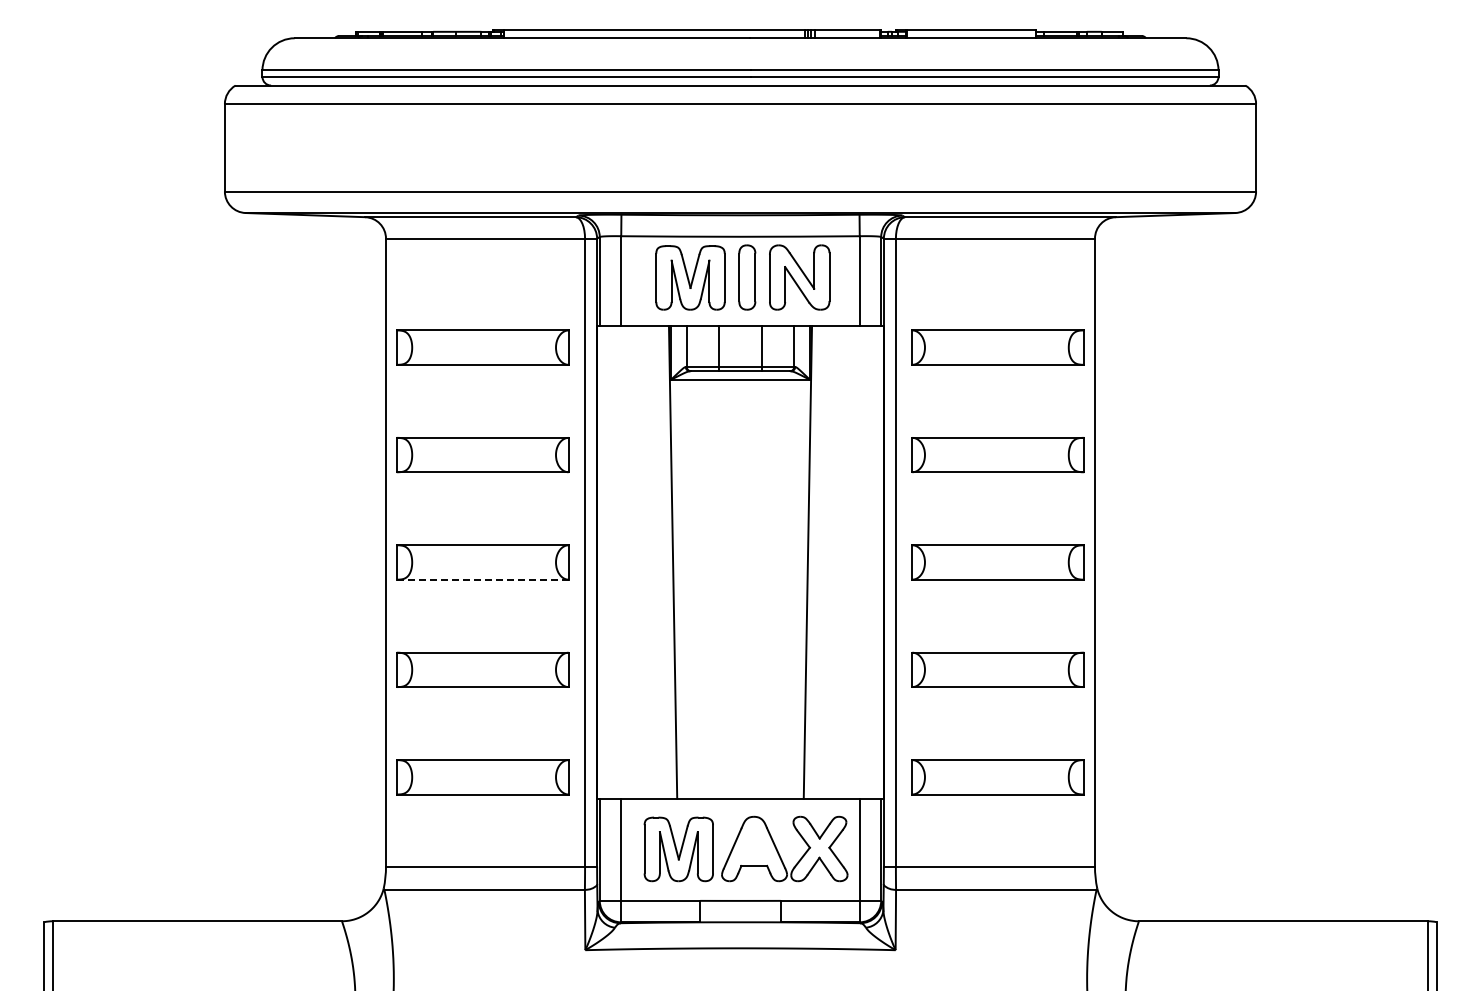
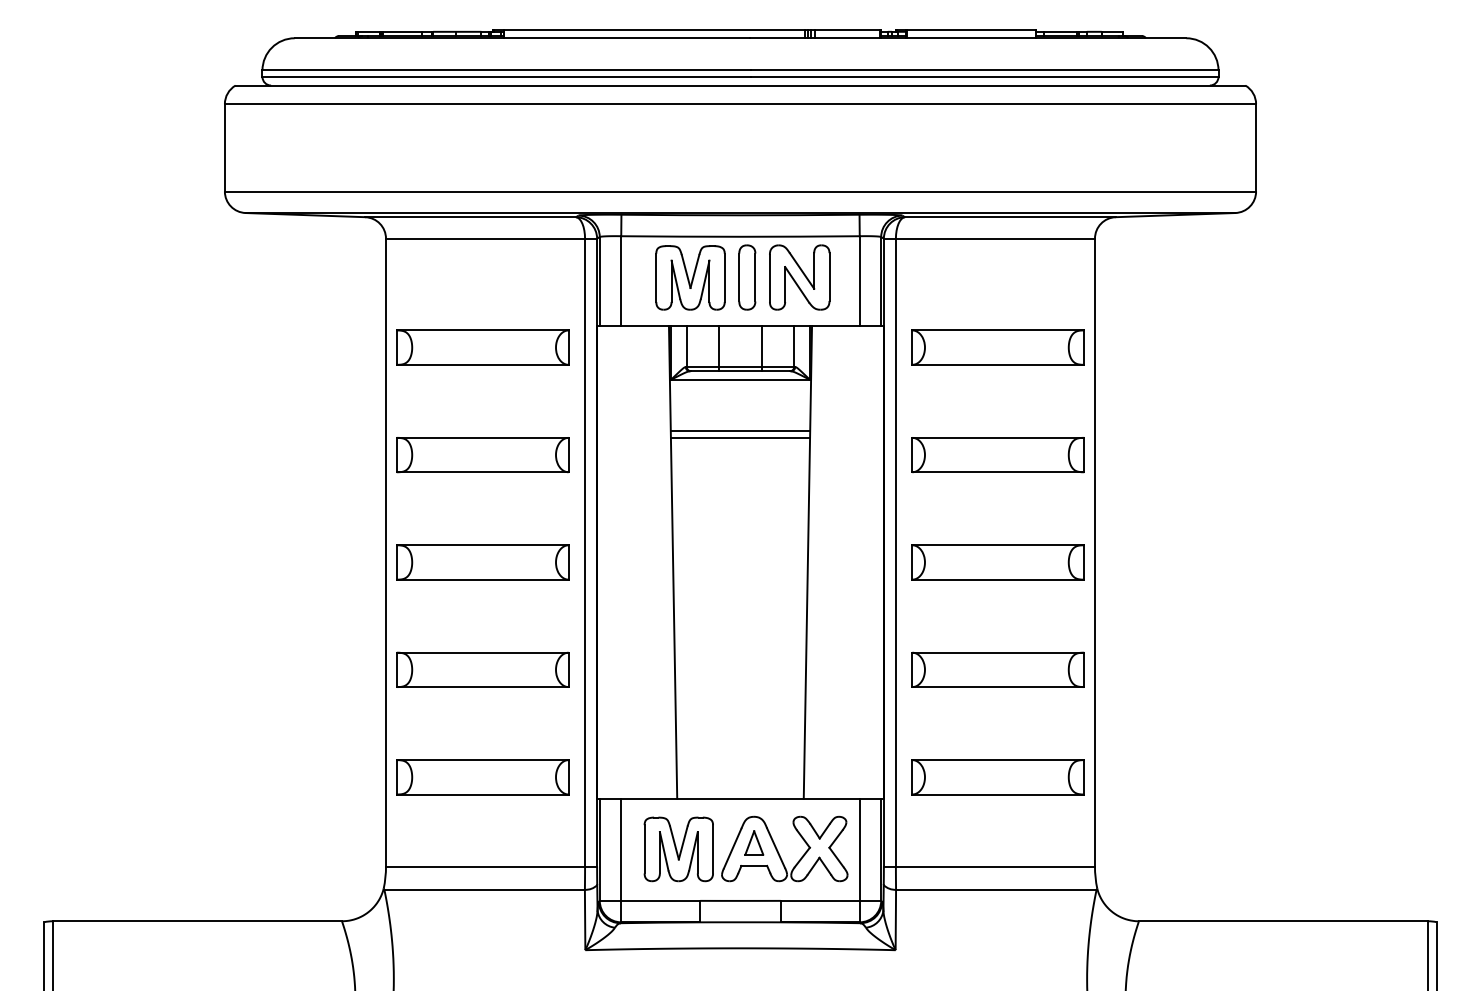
line at (740, 431): none -> present
line at (740, 437): none -> present
line at (482, 579): dashed -> solid
part at (754, 842): none -> present
